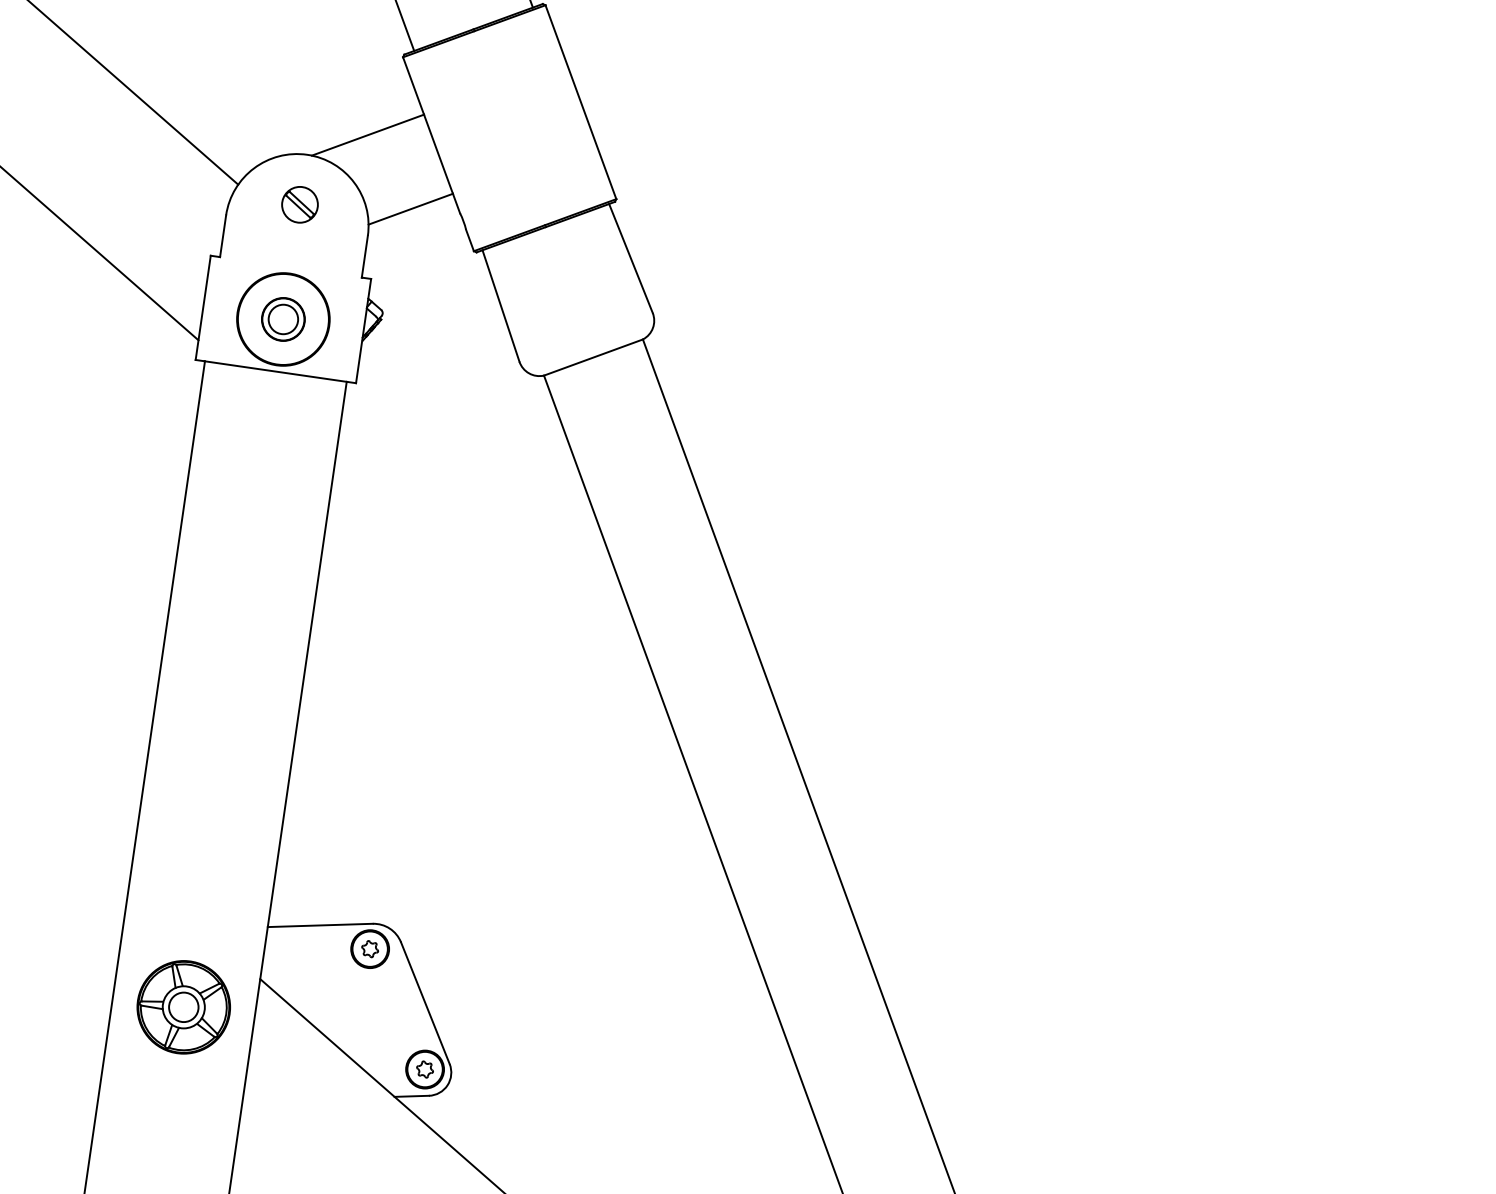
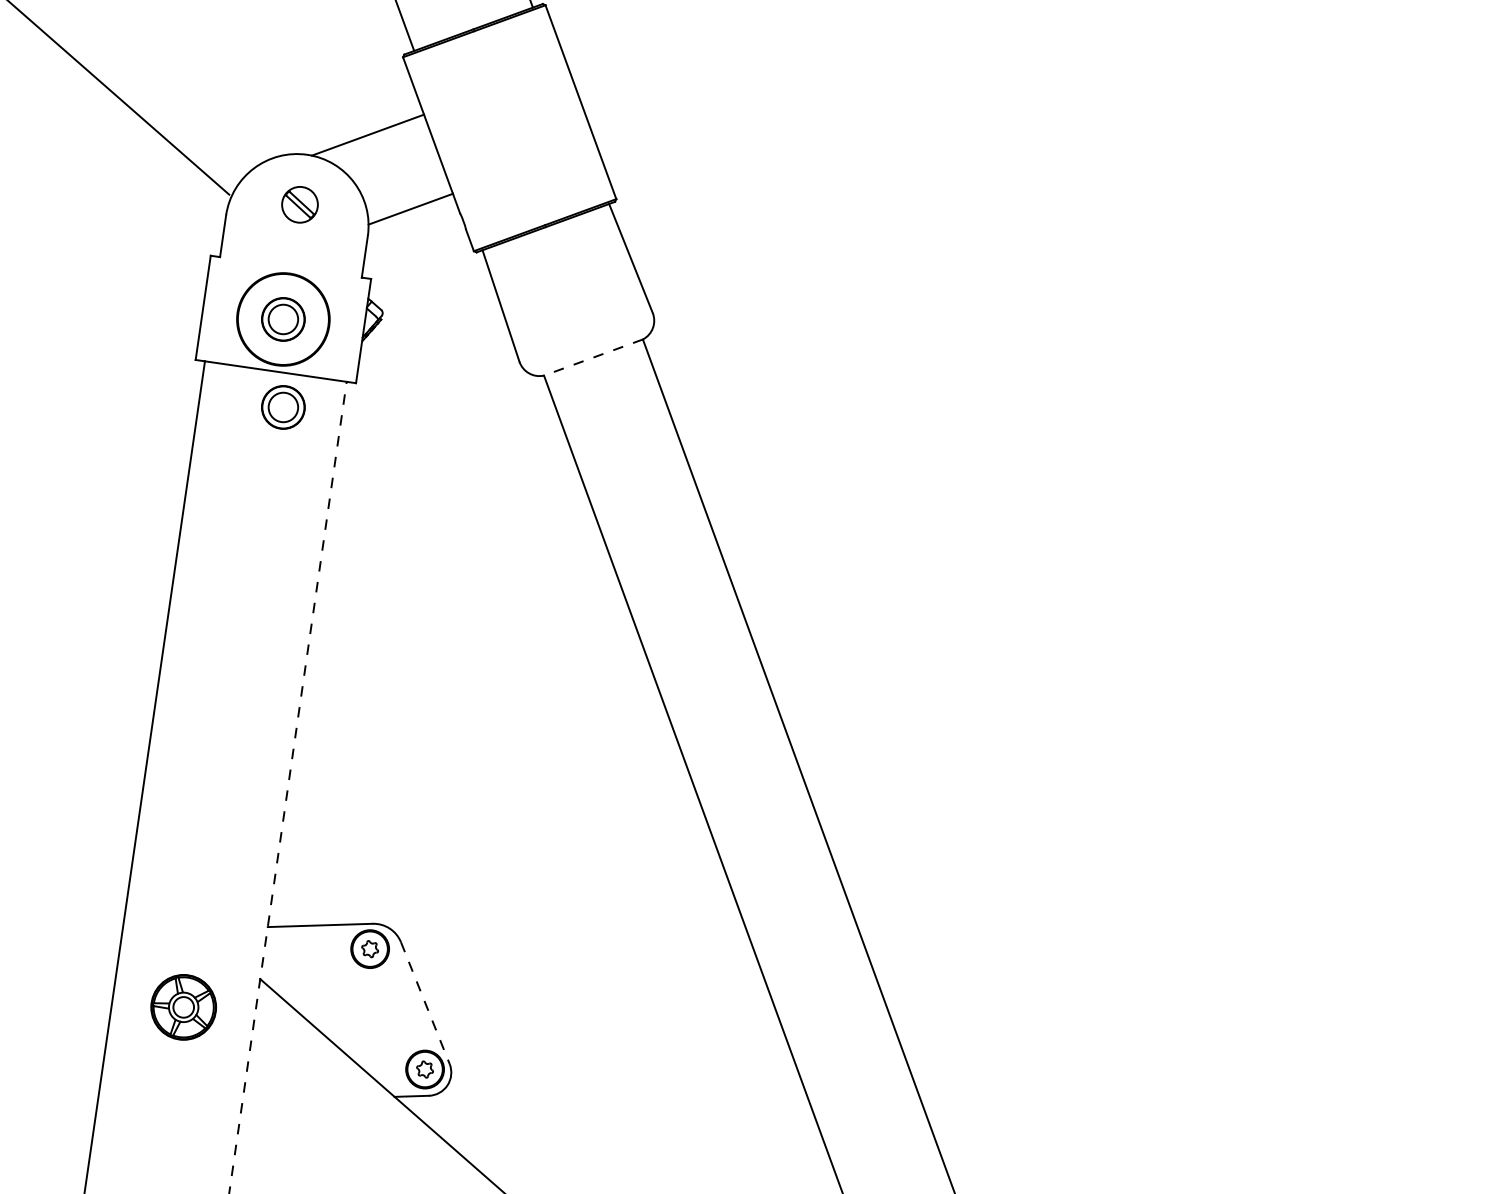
line at (134, 93) position: (134, 93) -> (119, 98)
line at (100, 254): present -> none
line at (593, 357): solid -> dashed
part at (283, 407): none -> present
line at (288, 787): solid -> dashed
line at (425, 1003): solid -> dashed
part at (183, 1007) size: 95x95 px -> 67x67 px
